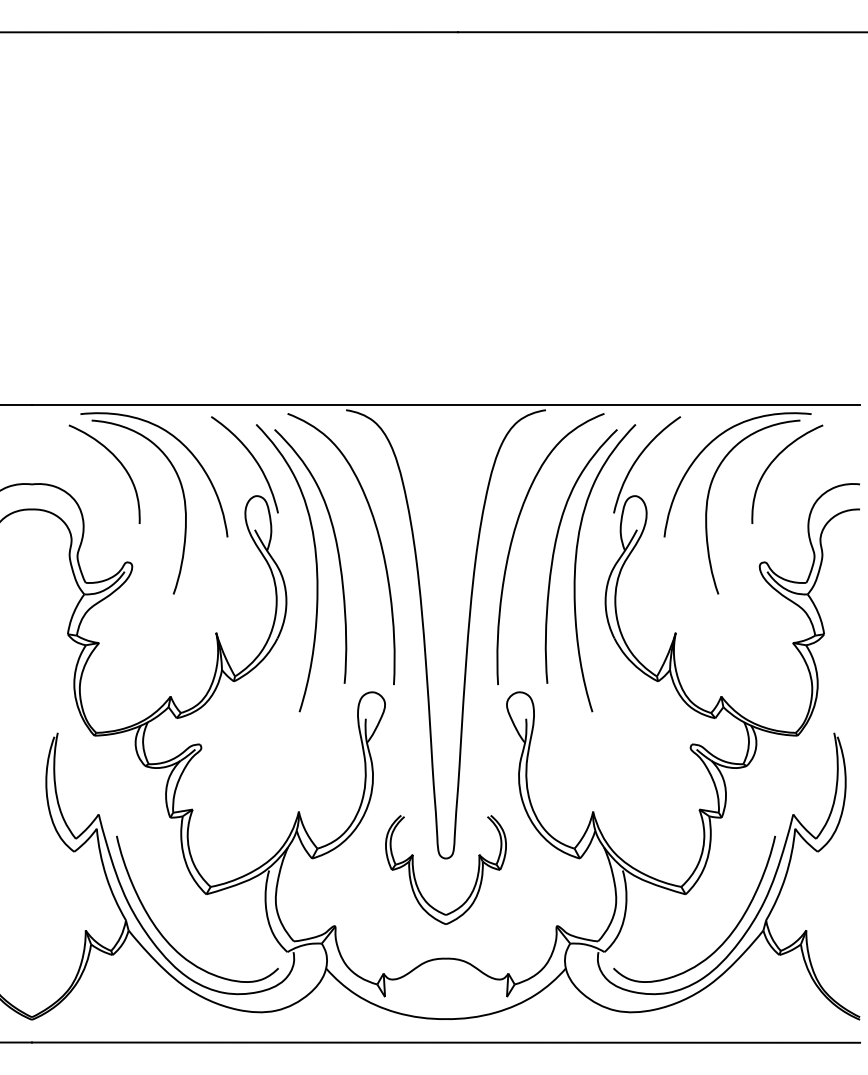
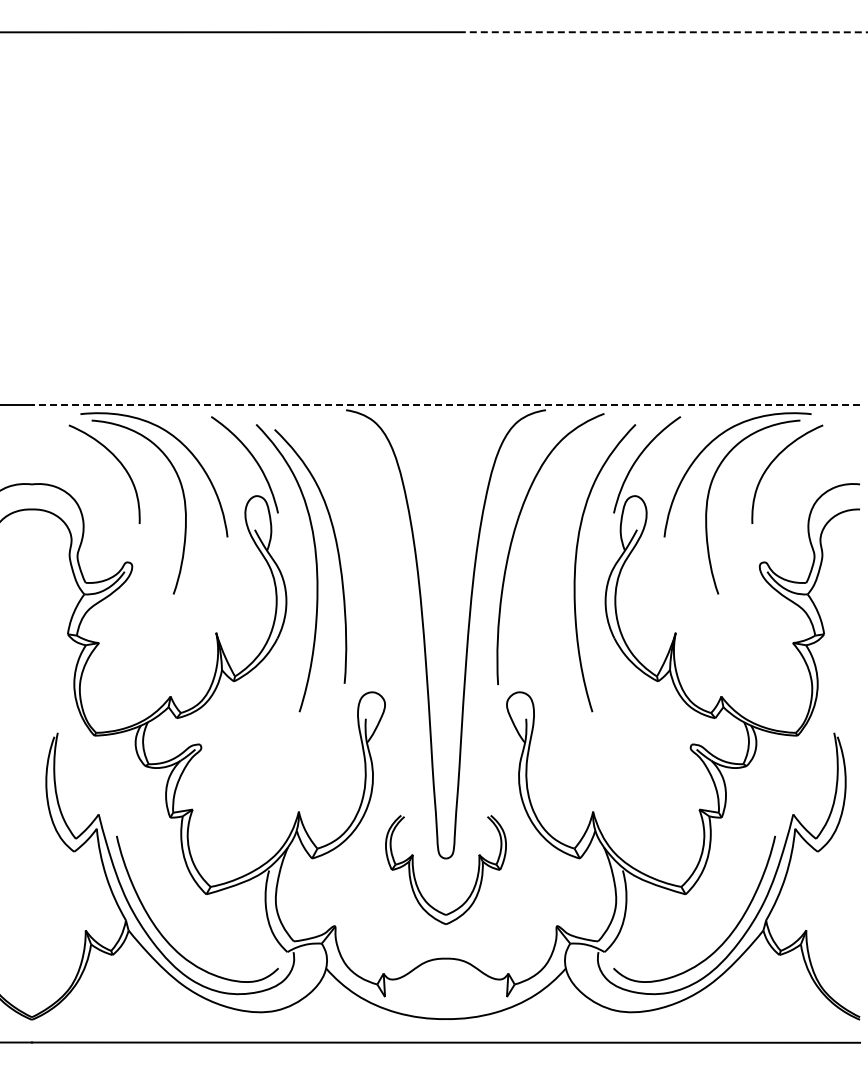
line at (662, 32): solid -> dashed
line at (445, 405): solid -> dashed
curve at (378, 538): present -> none
curve at (555, 549): present -> none
